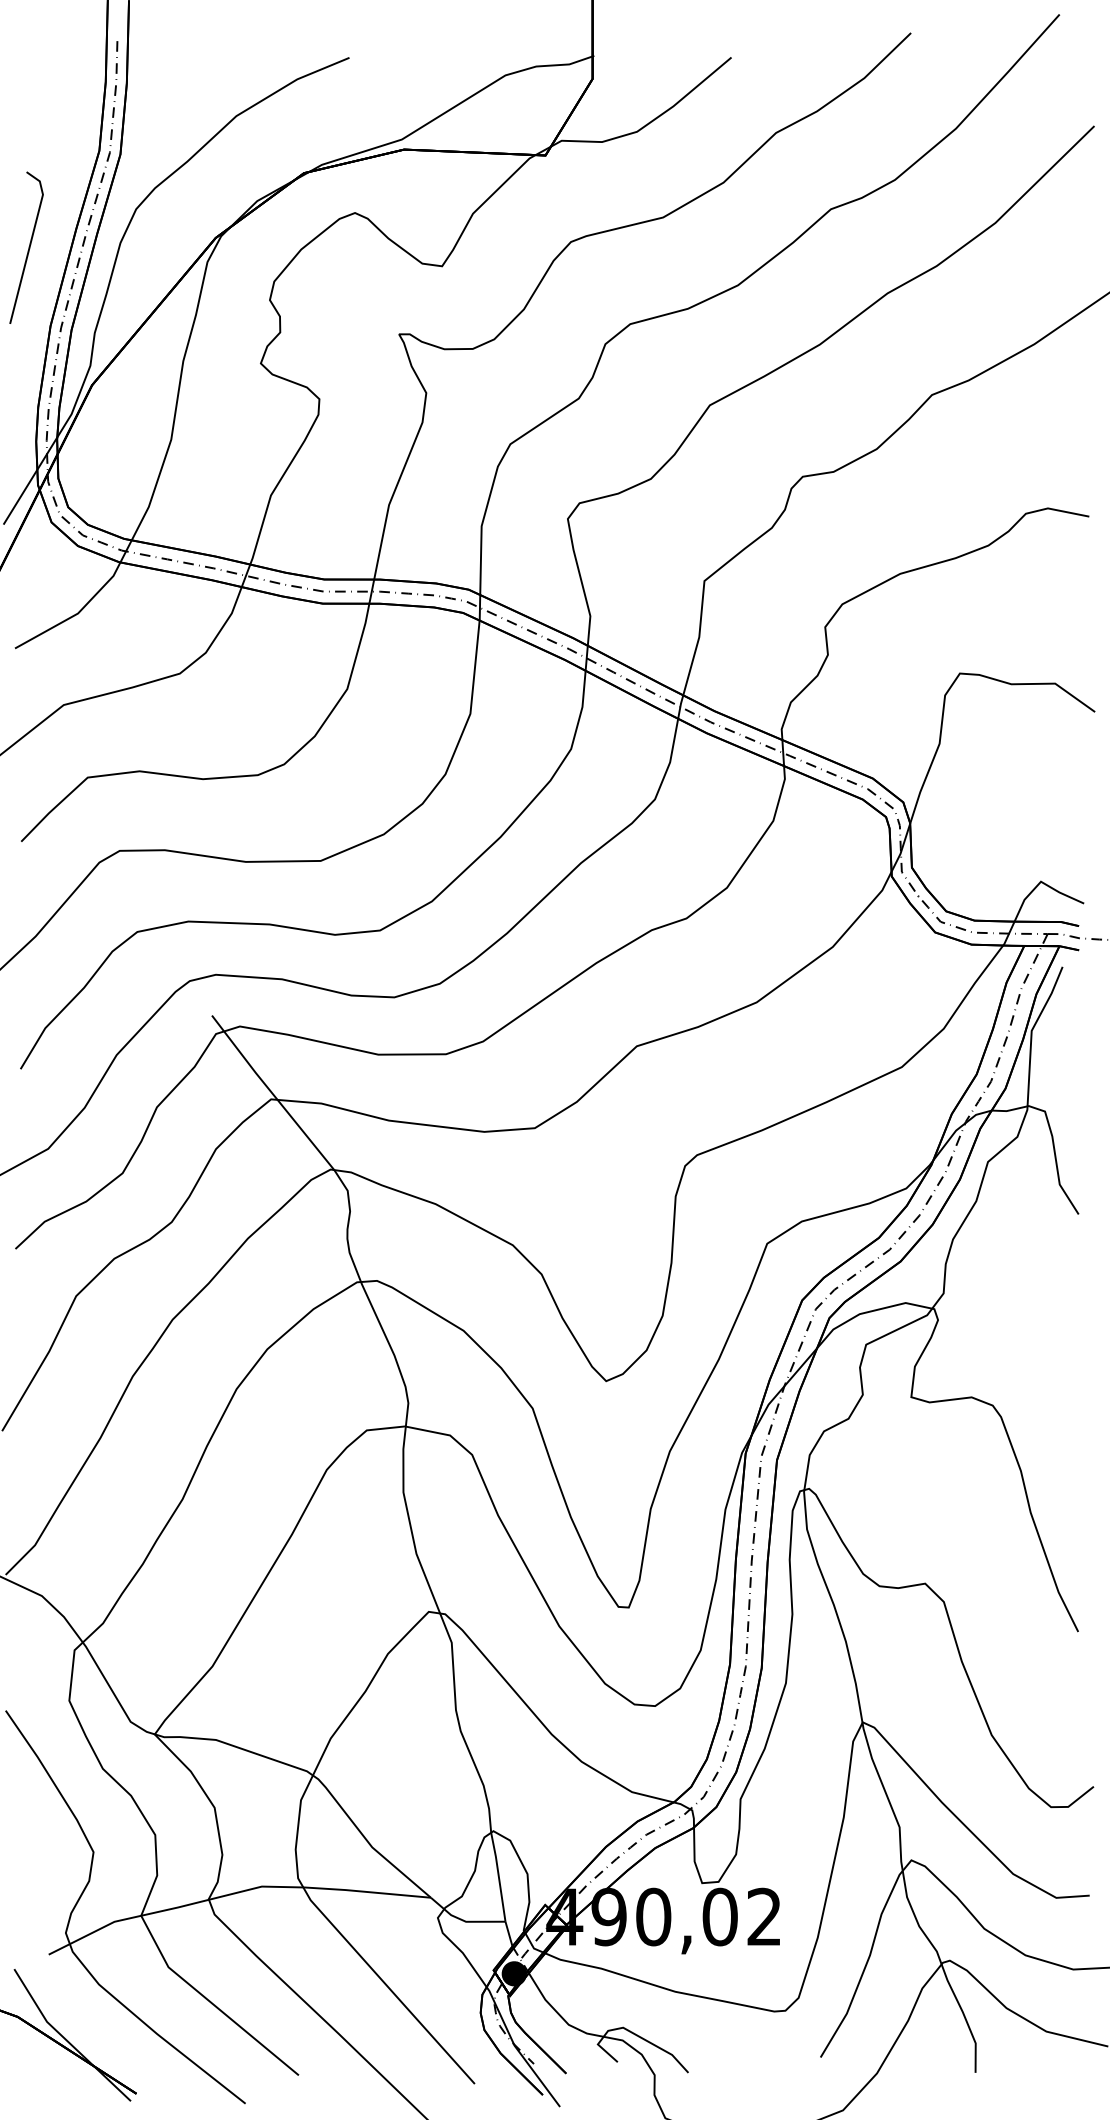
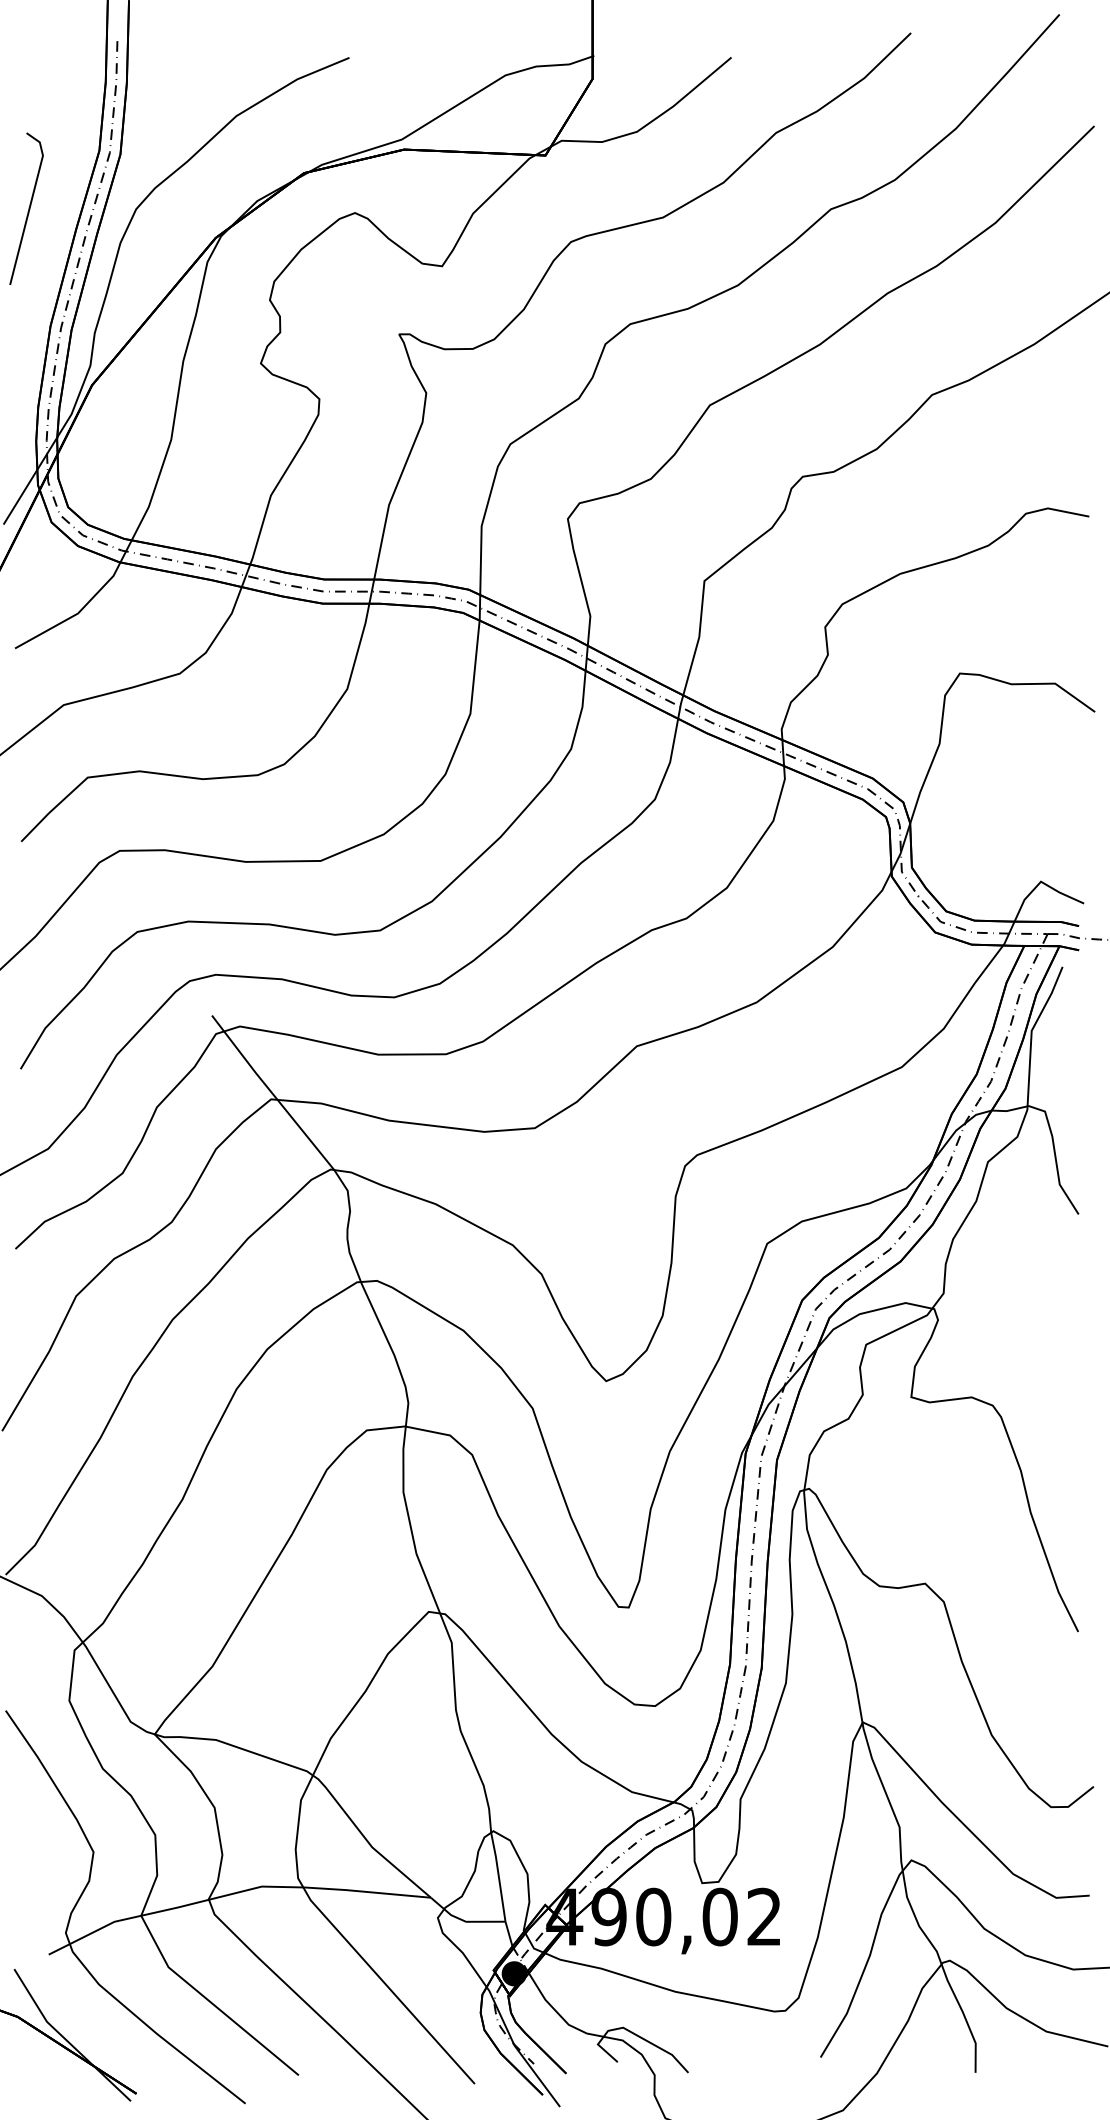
line at (28, 247) position: (28, 247) -> (28, 208)
